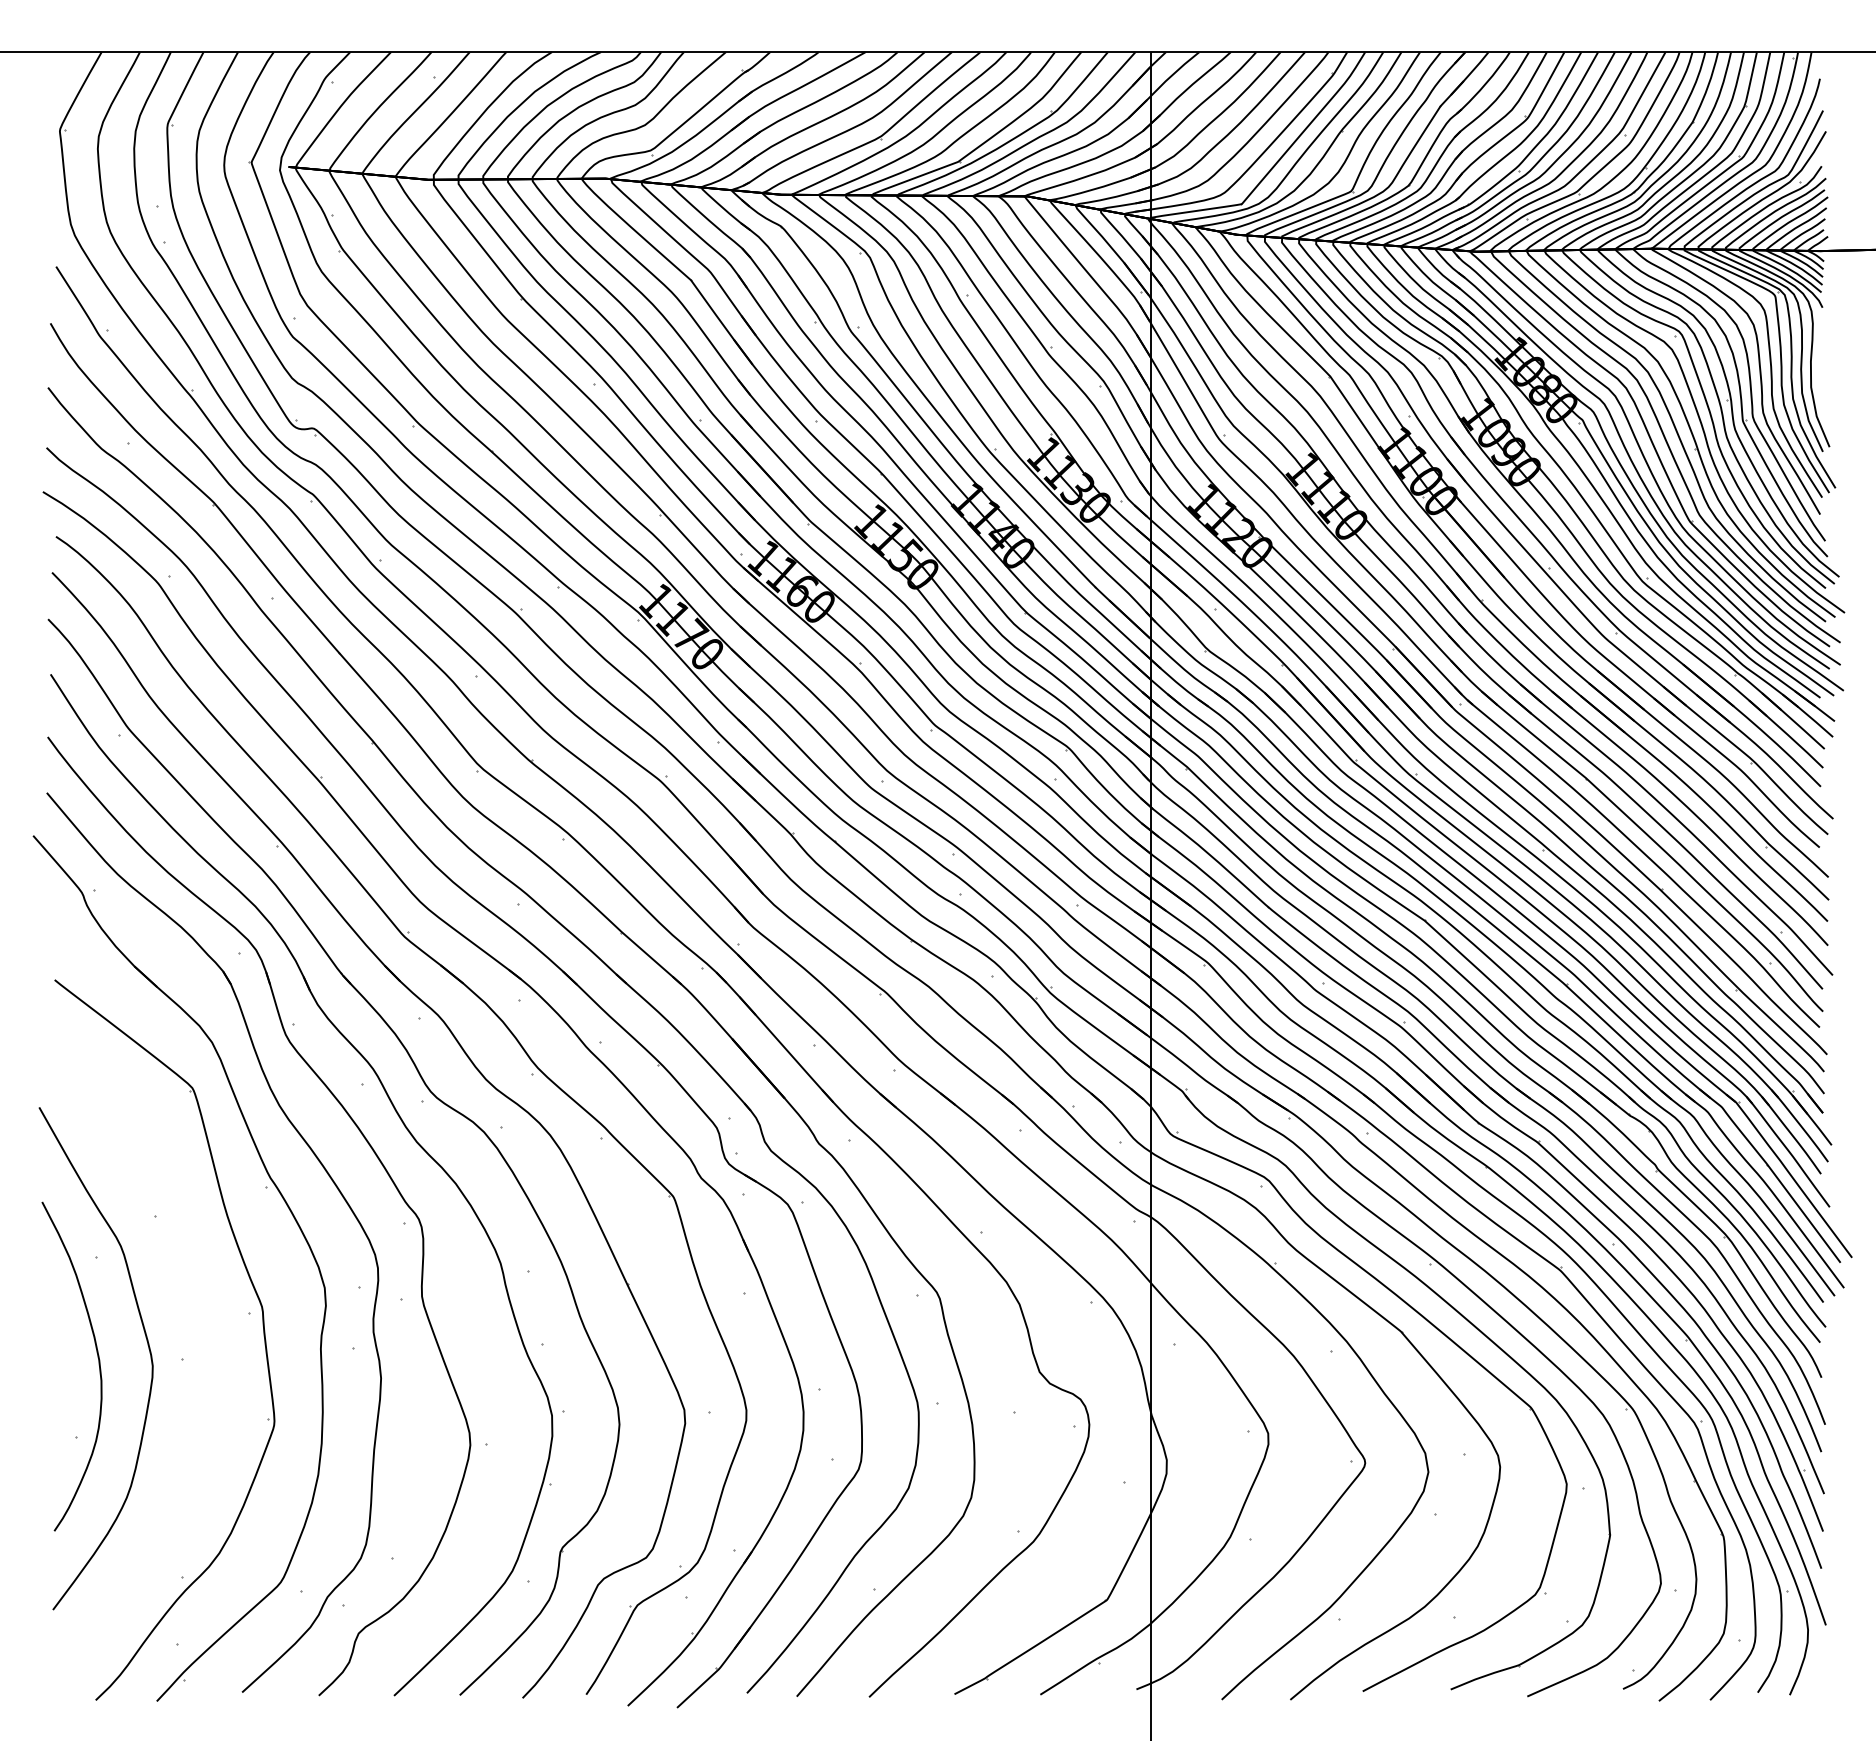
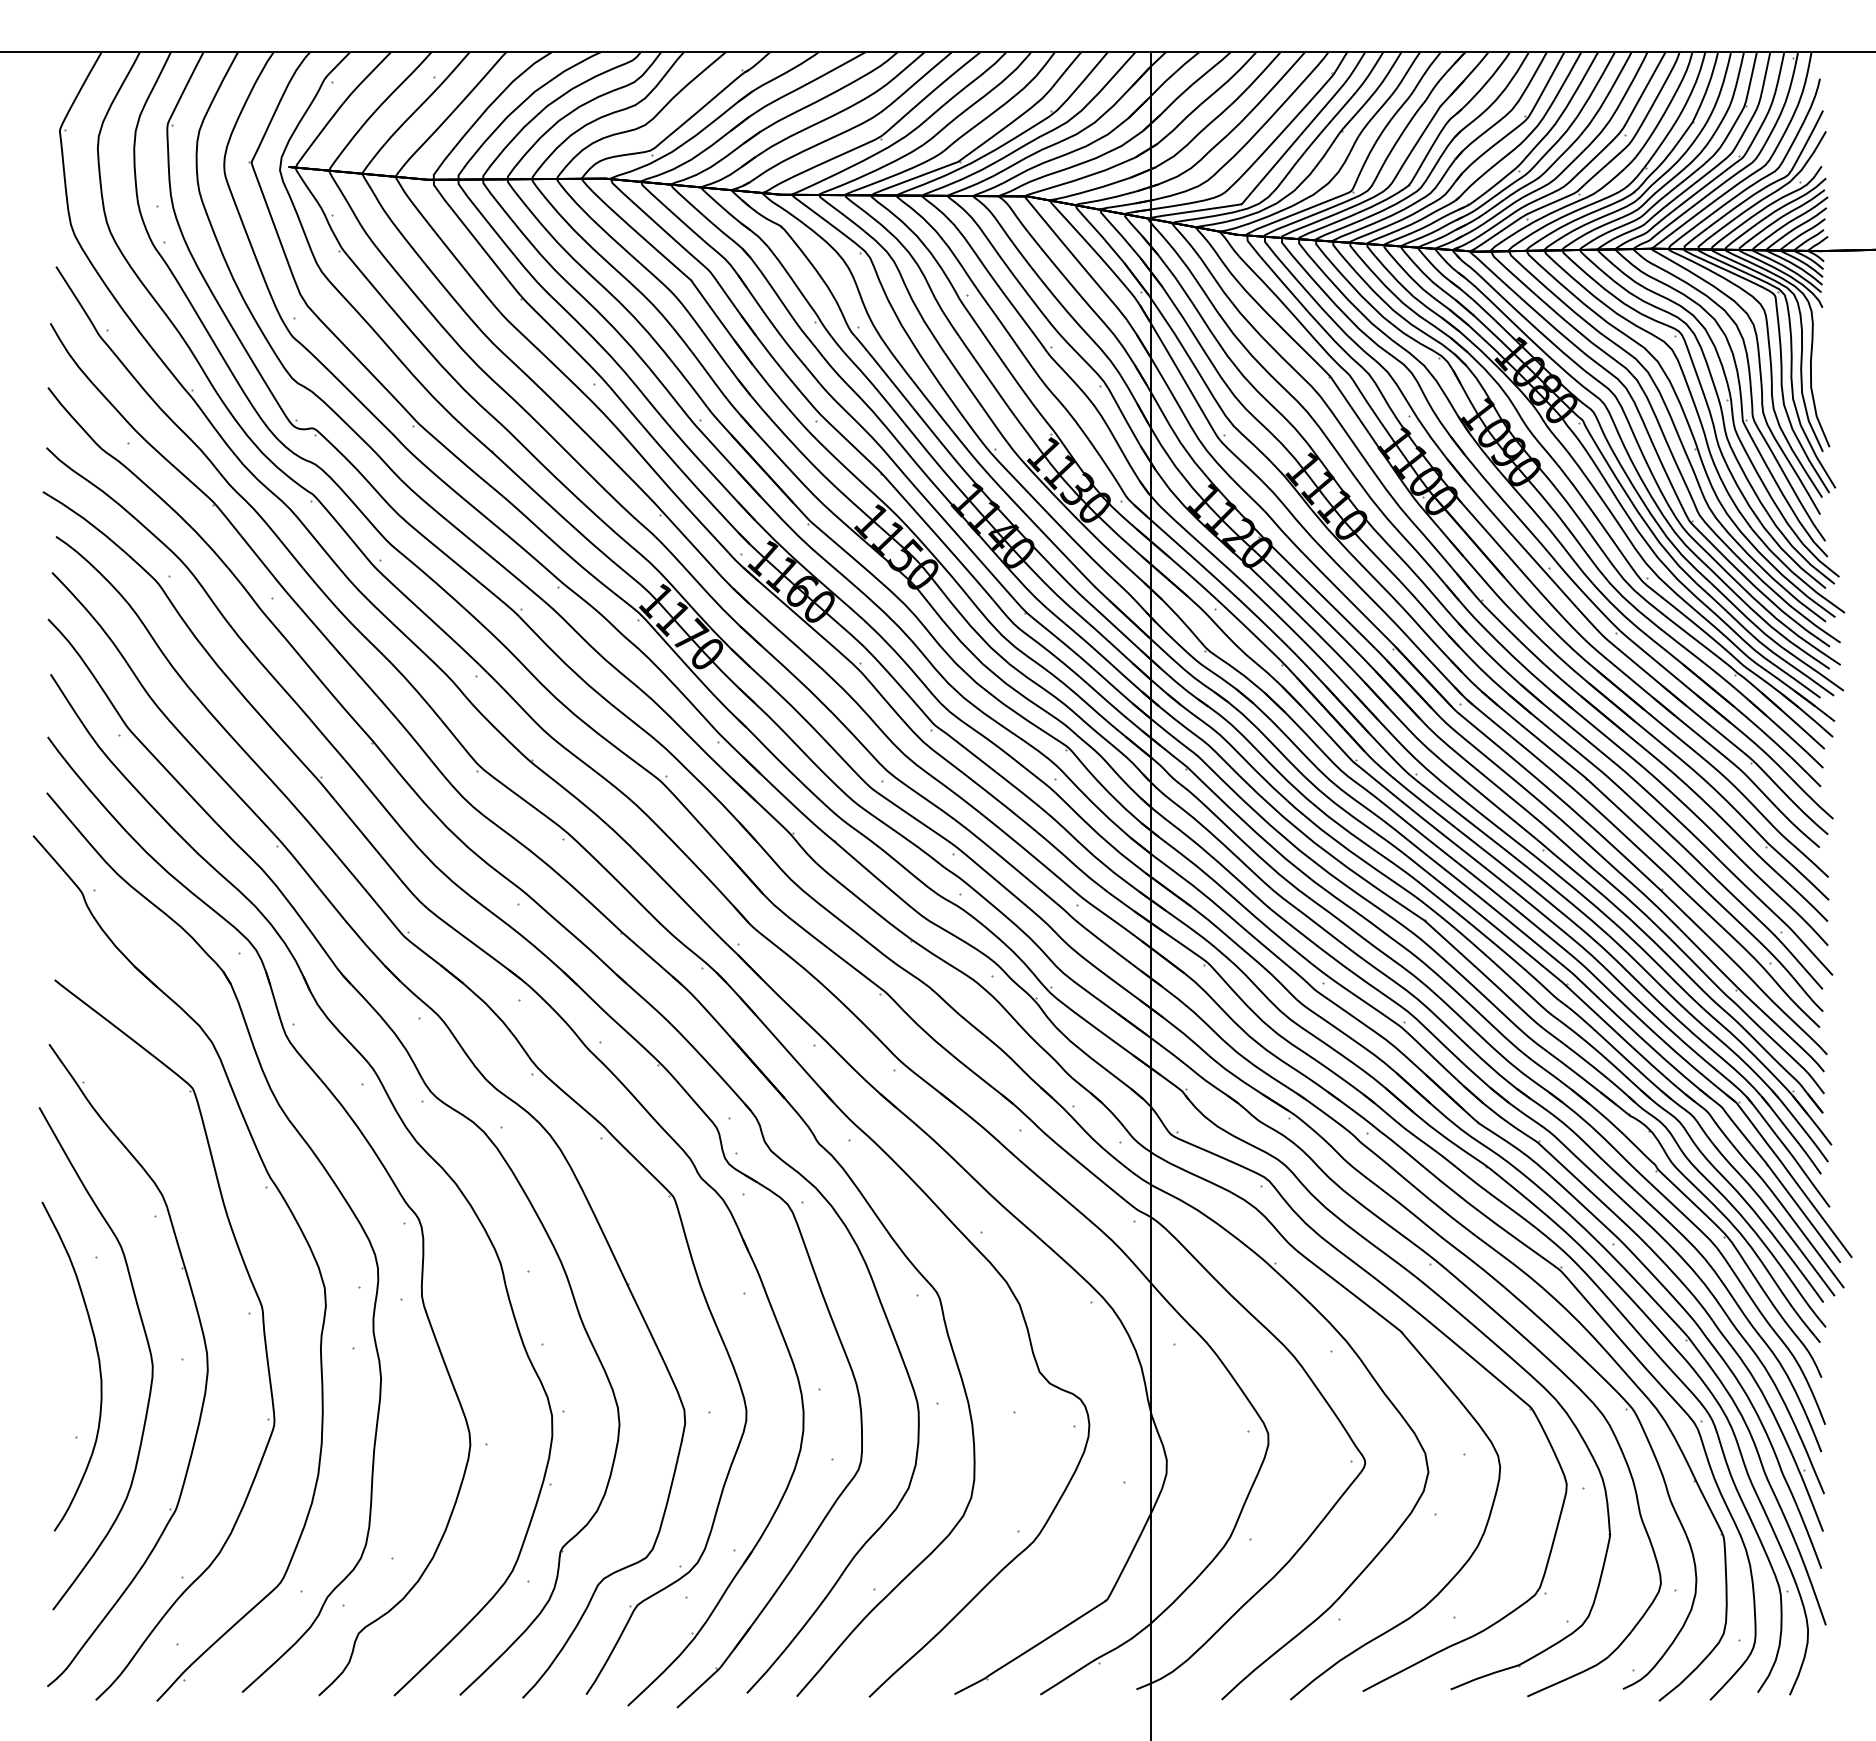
part at (206, 1365): none -> present
